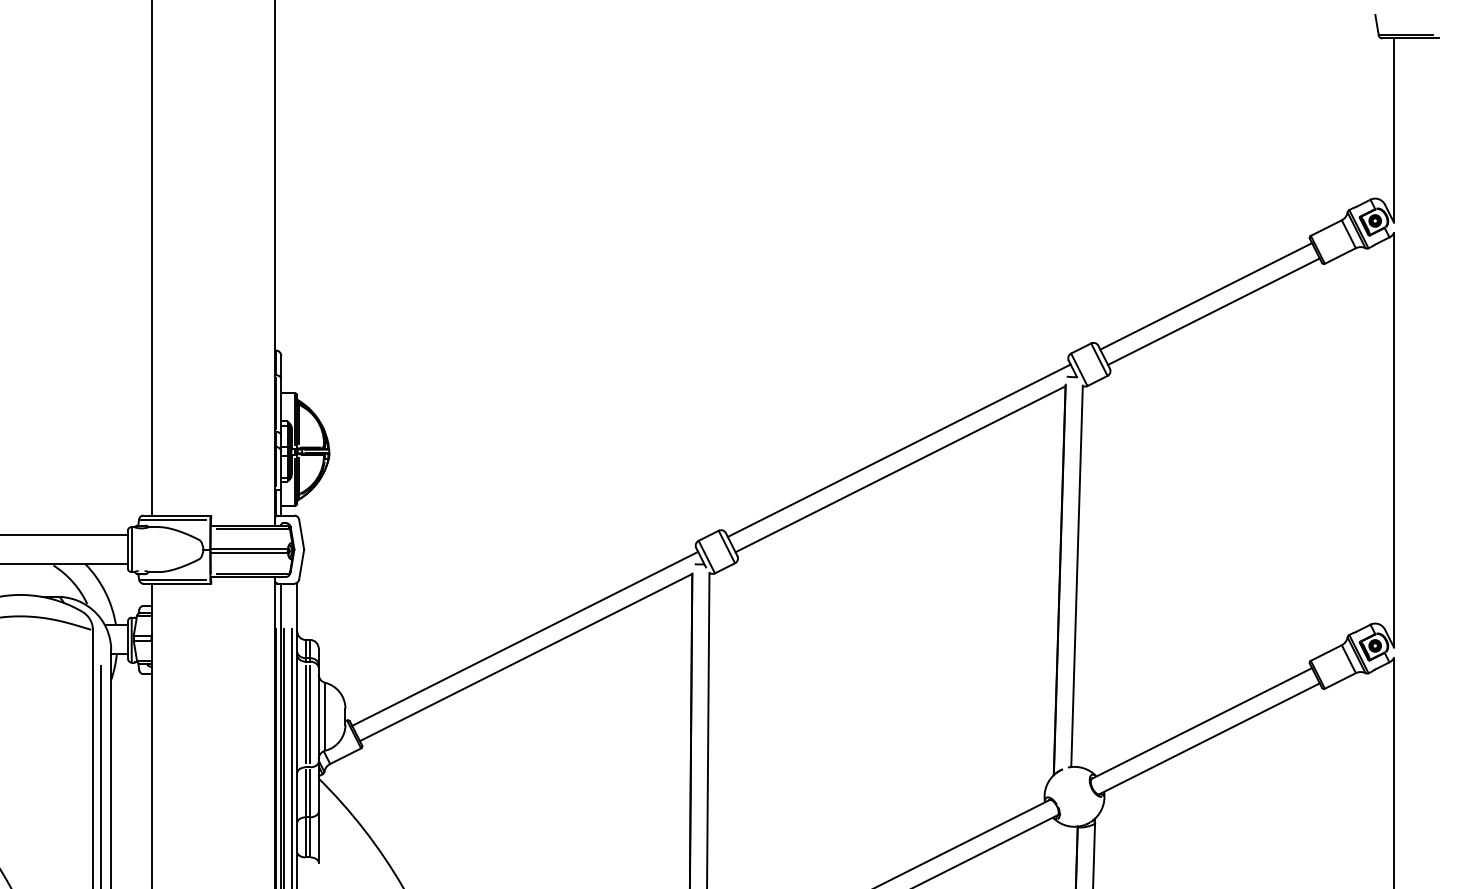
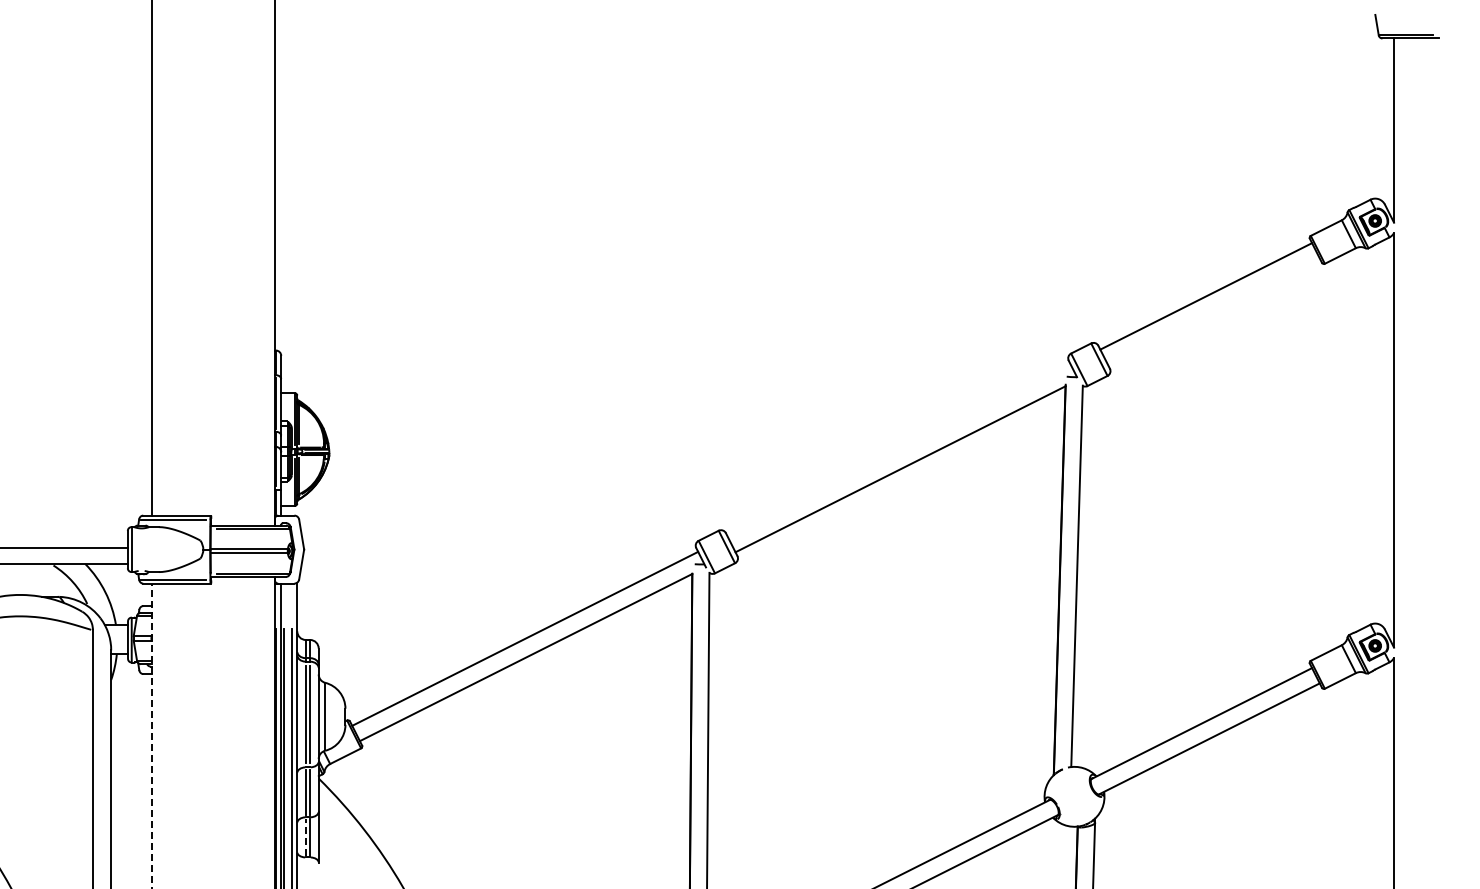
line at (1213, 311): present -> none
line at (898, 450): present -> none
line at (64, 535) position: (64, 535) -> (64, 548)
line at (152, 735): solid -> dashed
line at (100, 775): present -> none
line at (305, 836): solid -> dashed
